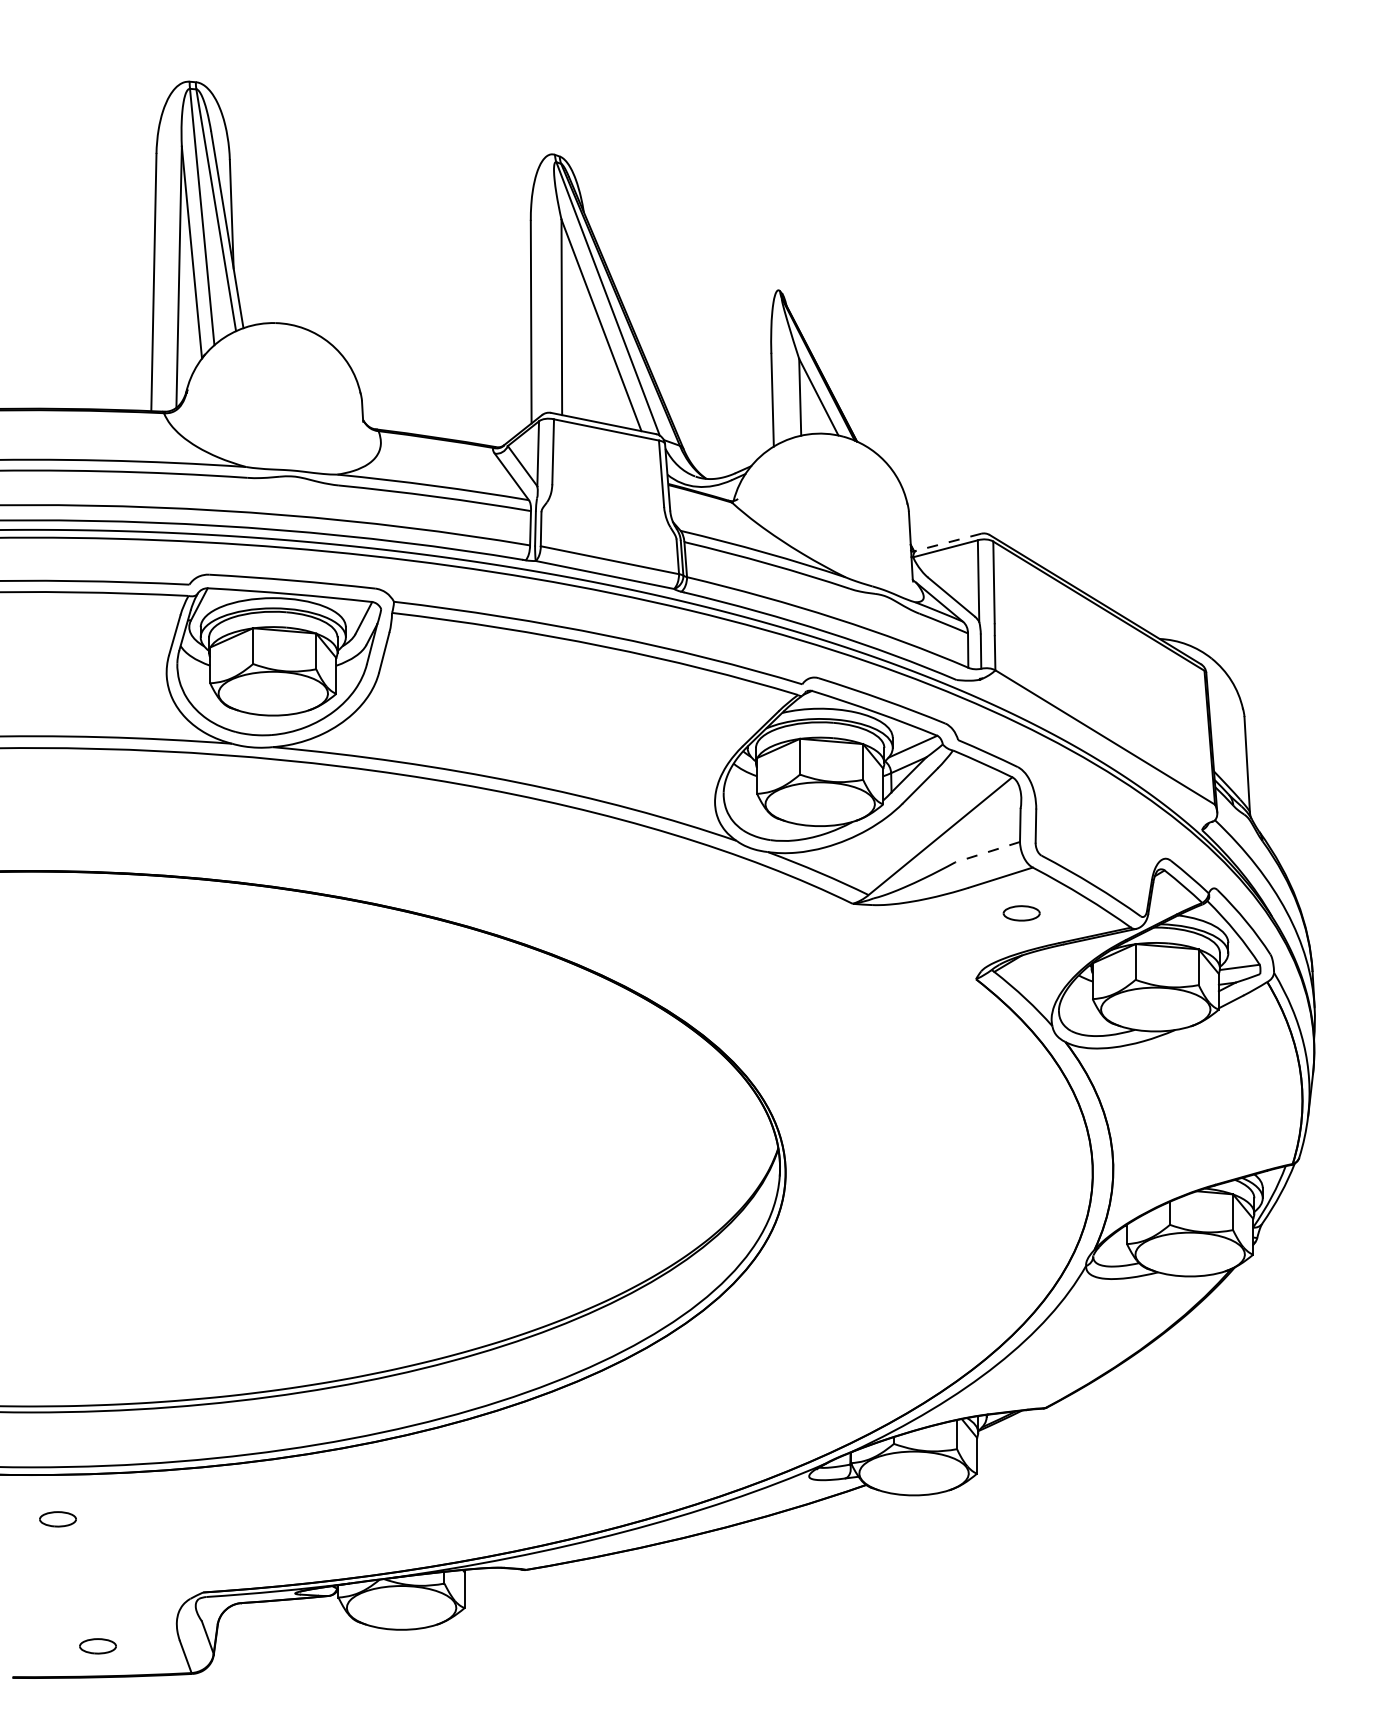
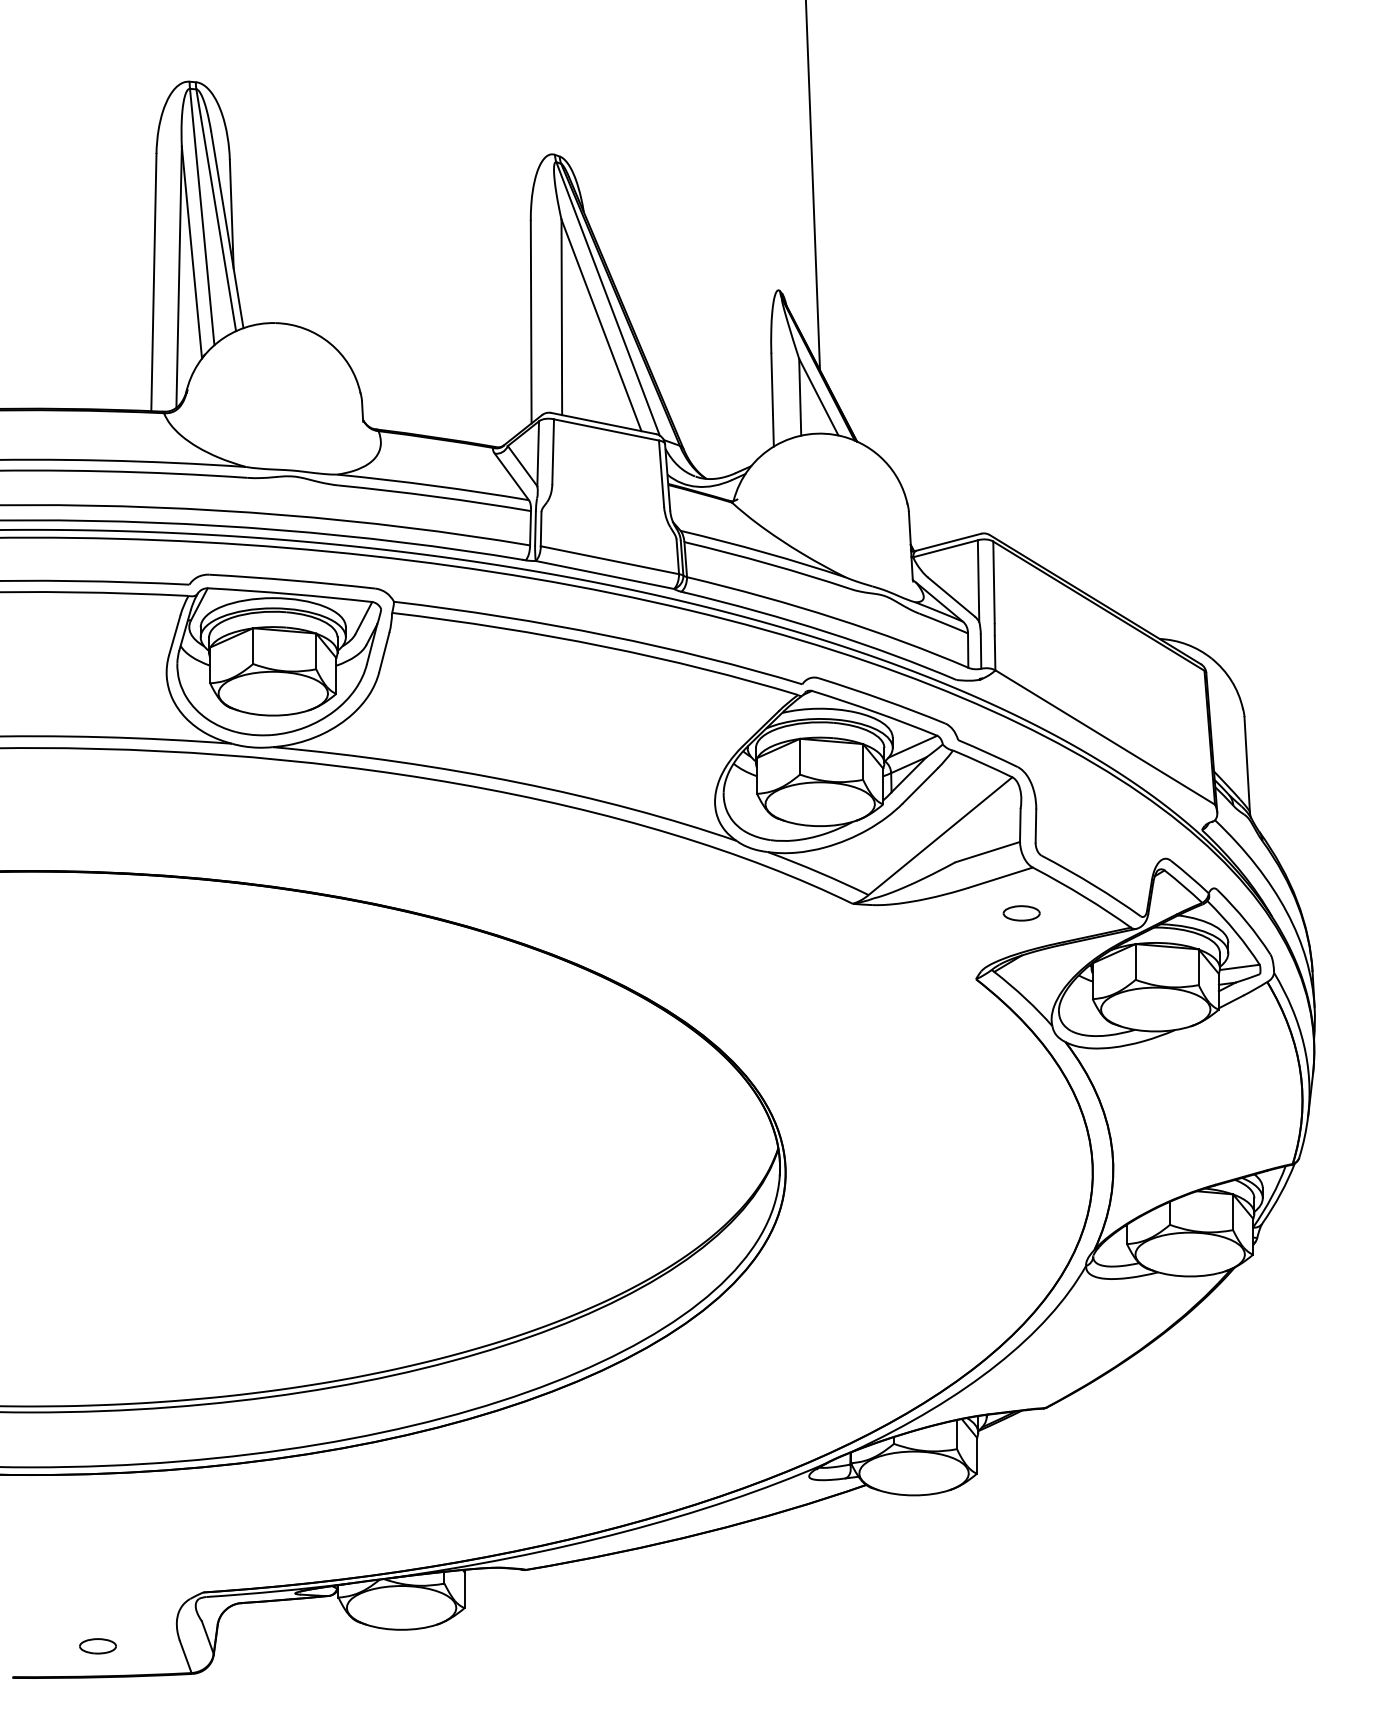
line at (813, 186): none -> present
line at (948, 542): dashed -> solid
line at (987, 852): dashed -> solid
part at (57, 1519): present -> none
